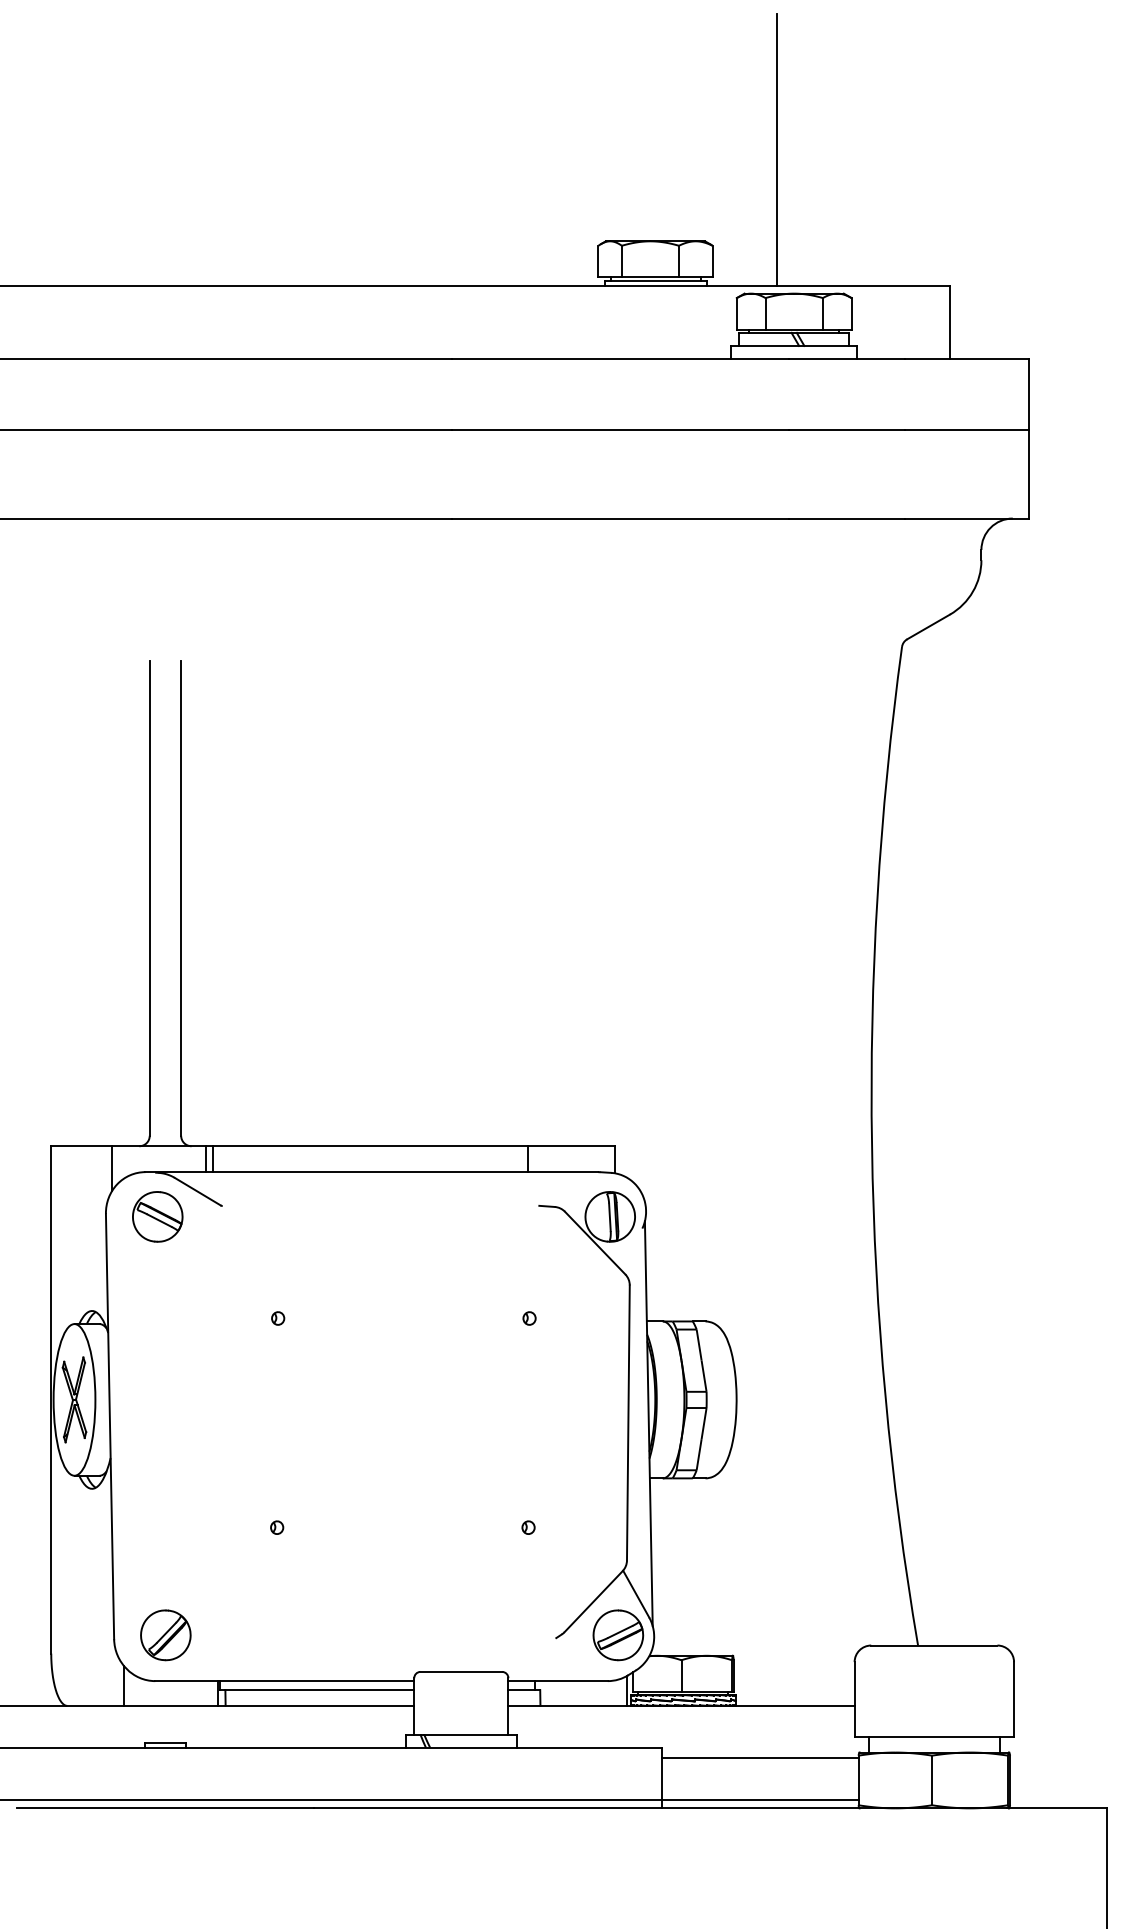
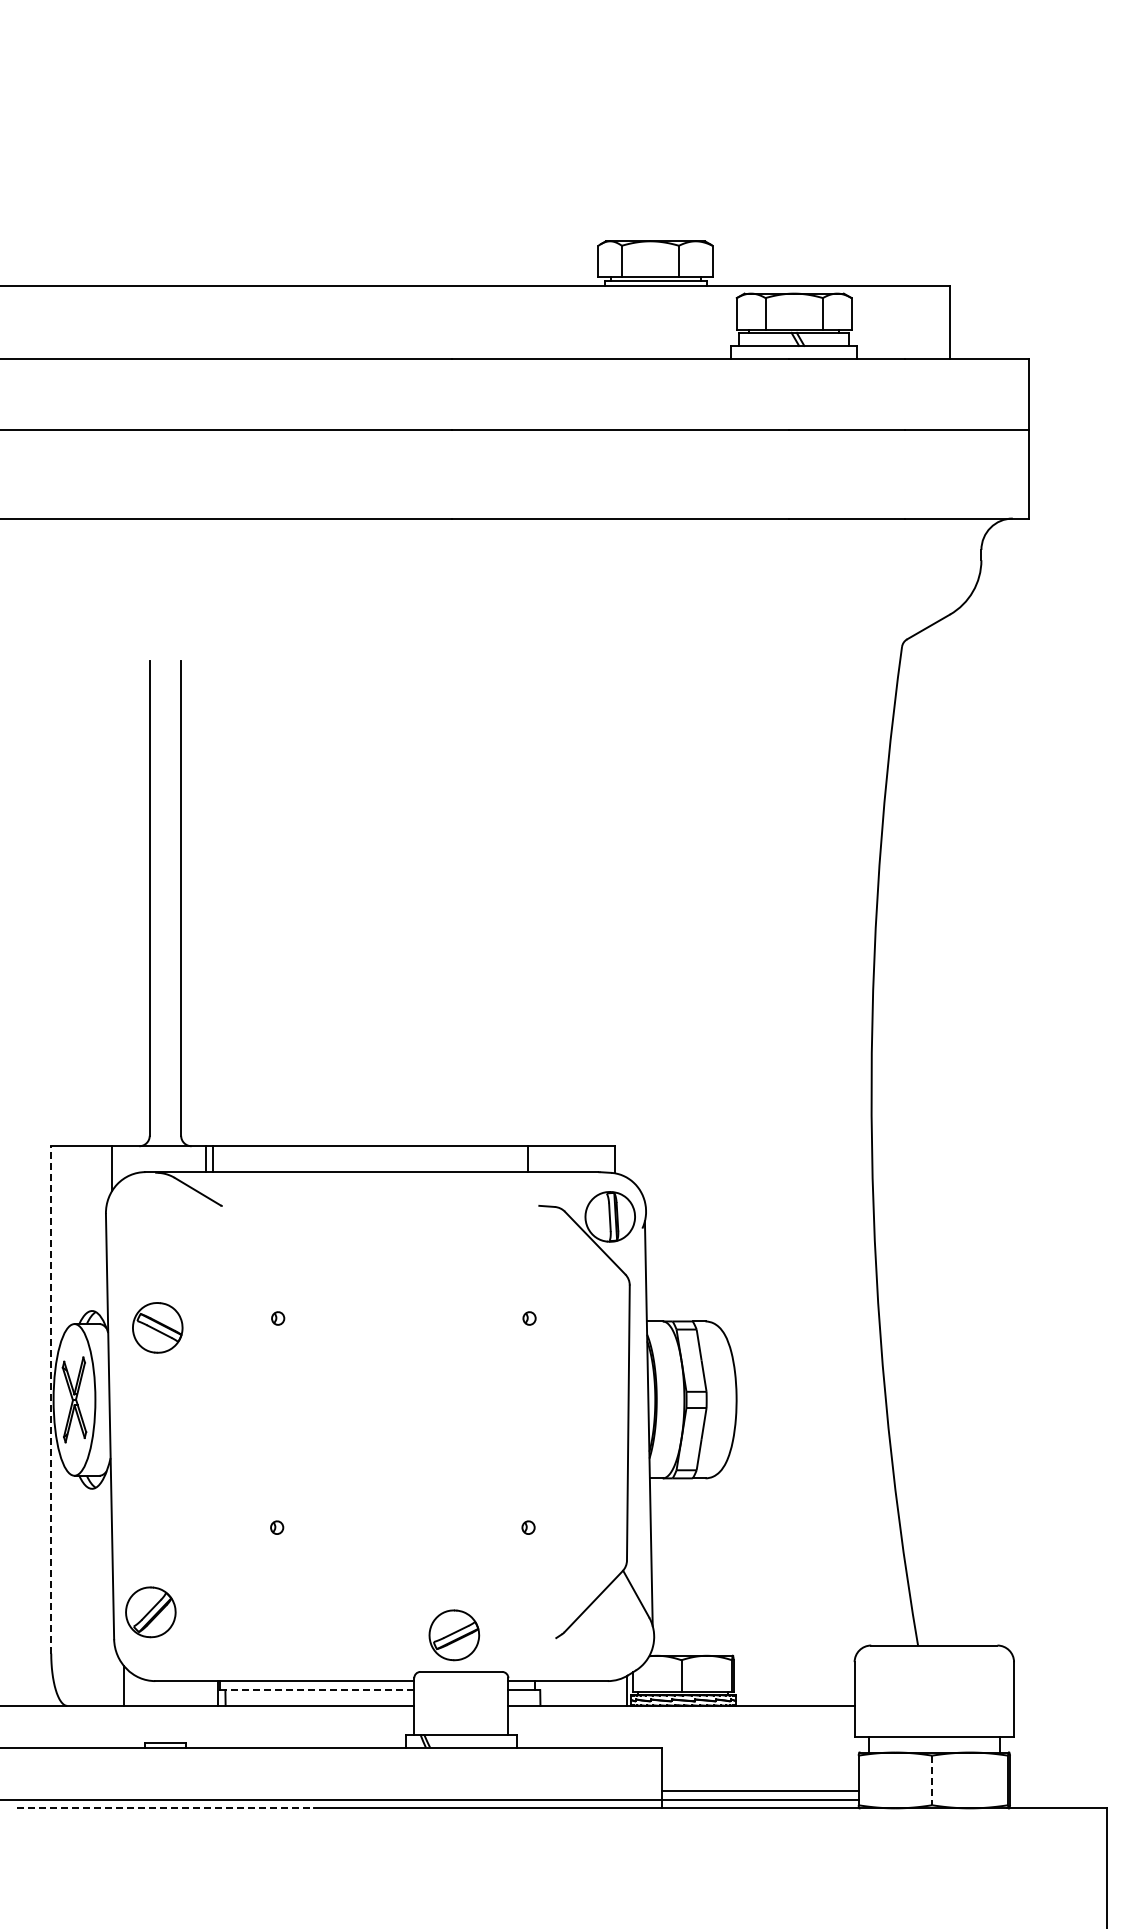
line at (777, 149): present -> none
part at (157, 1216) position: (157, 1216) -> (157, 1327)
line at (51, 1399): solid -> dashed
part at (165, 1635) position: (165, 1635) -> (150, 1612)
part at (618, 1635) position: (618, 1635) -> (454, 1635)
line at (319, 1690): solid -> dashed
line at (760, 1758) position: (760, 1758) -> (760, 1791)
line at (932, 1780): solid -> dashed
line at (165, 1808): solid -> dashed
